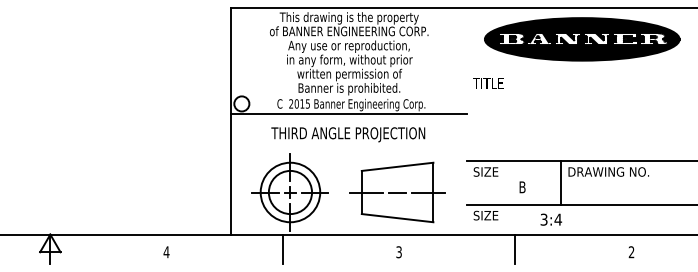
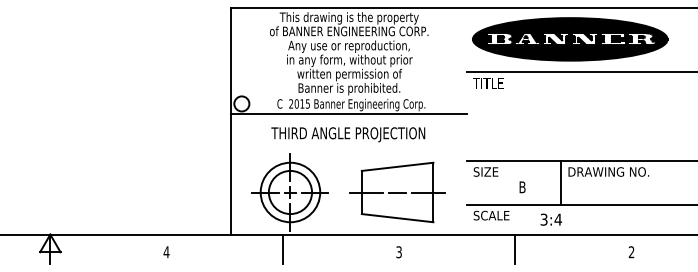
part at (582, 39) position: (582, 39) -> (570, 39)
line at (580, 71): none -> present
text at (495, 215): SIZE -> SCALE
